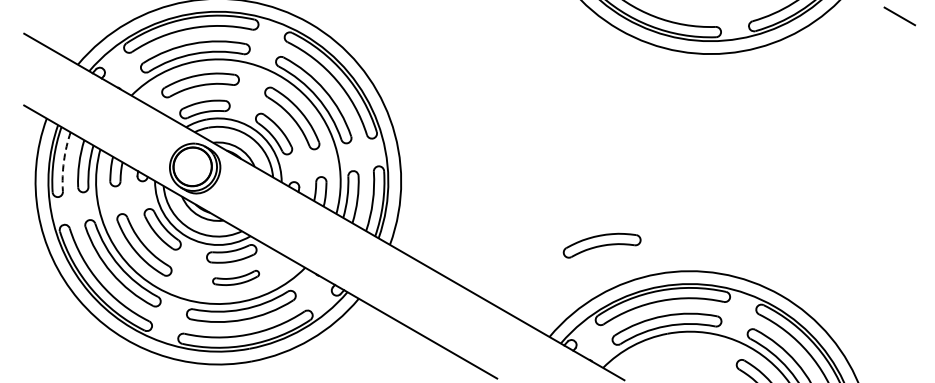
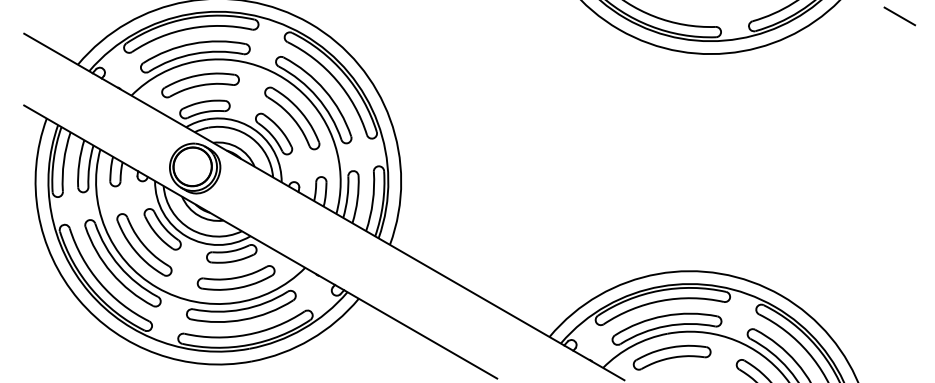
arc at (63, 161): dashed -> solid
part at (601, 245) position: (601, 245) -> (671, 357)
part at (235, 277) size: 48x17 px -> 80x26 px
